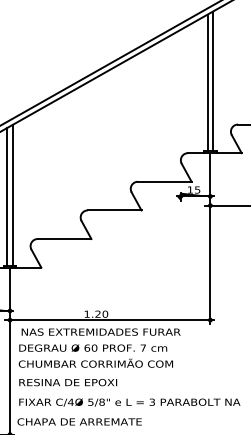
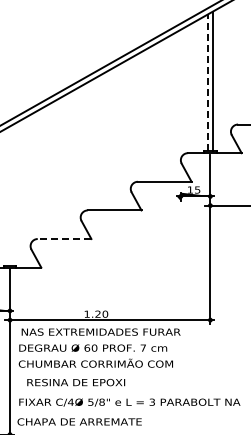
line at (207, 82): solid -> dashed
line at (12, 194): present -> none
line at (7, 196): present -> none
line at (64, 239): solid -> dashed
text at (68, 382) position: (68, 382) -> (76, 382)
